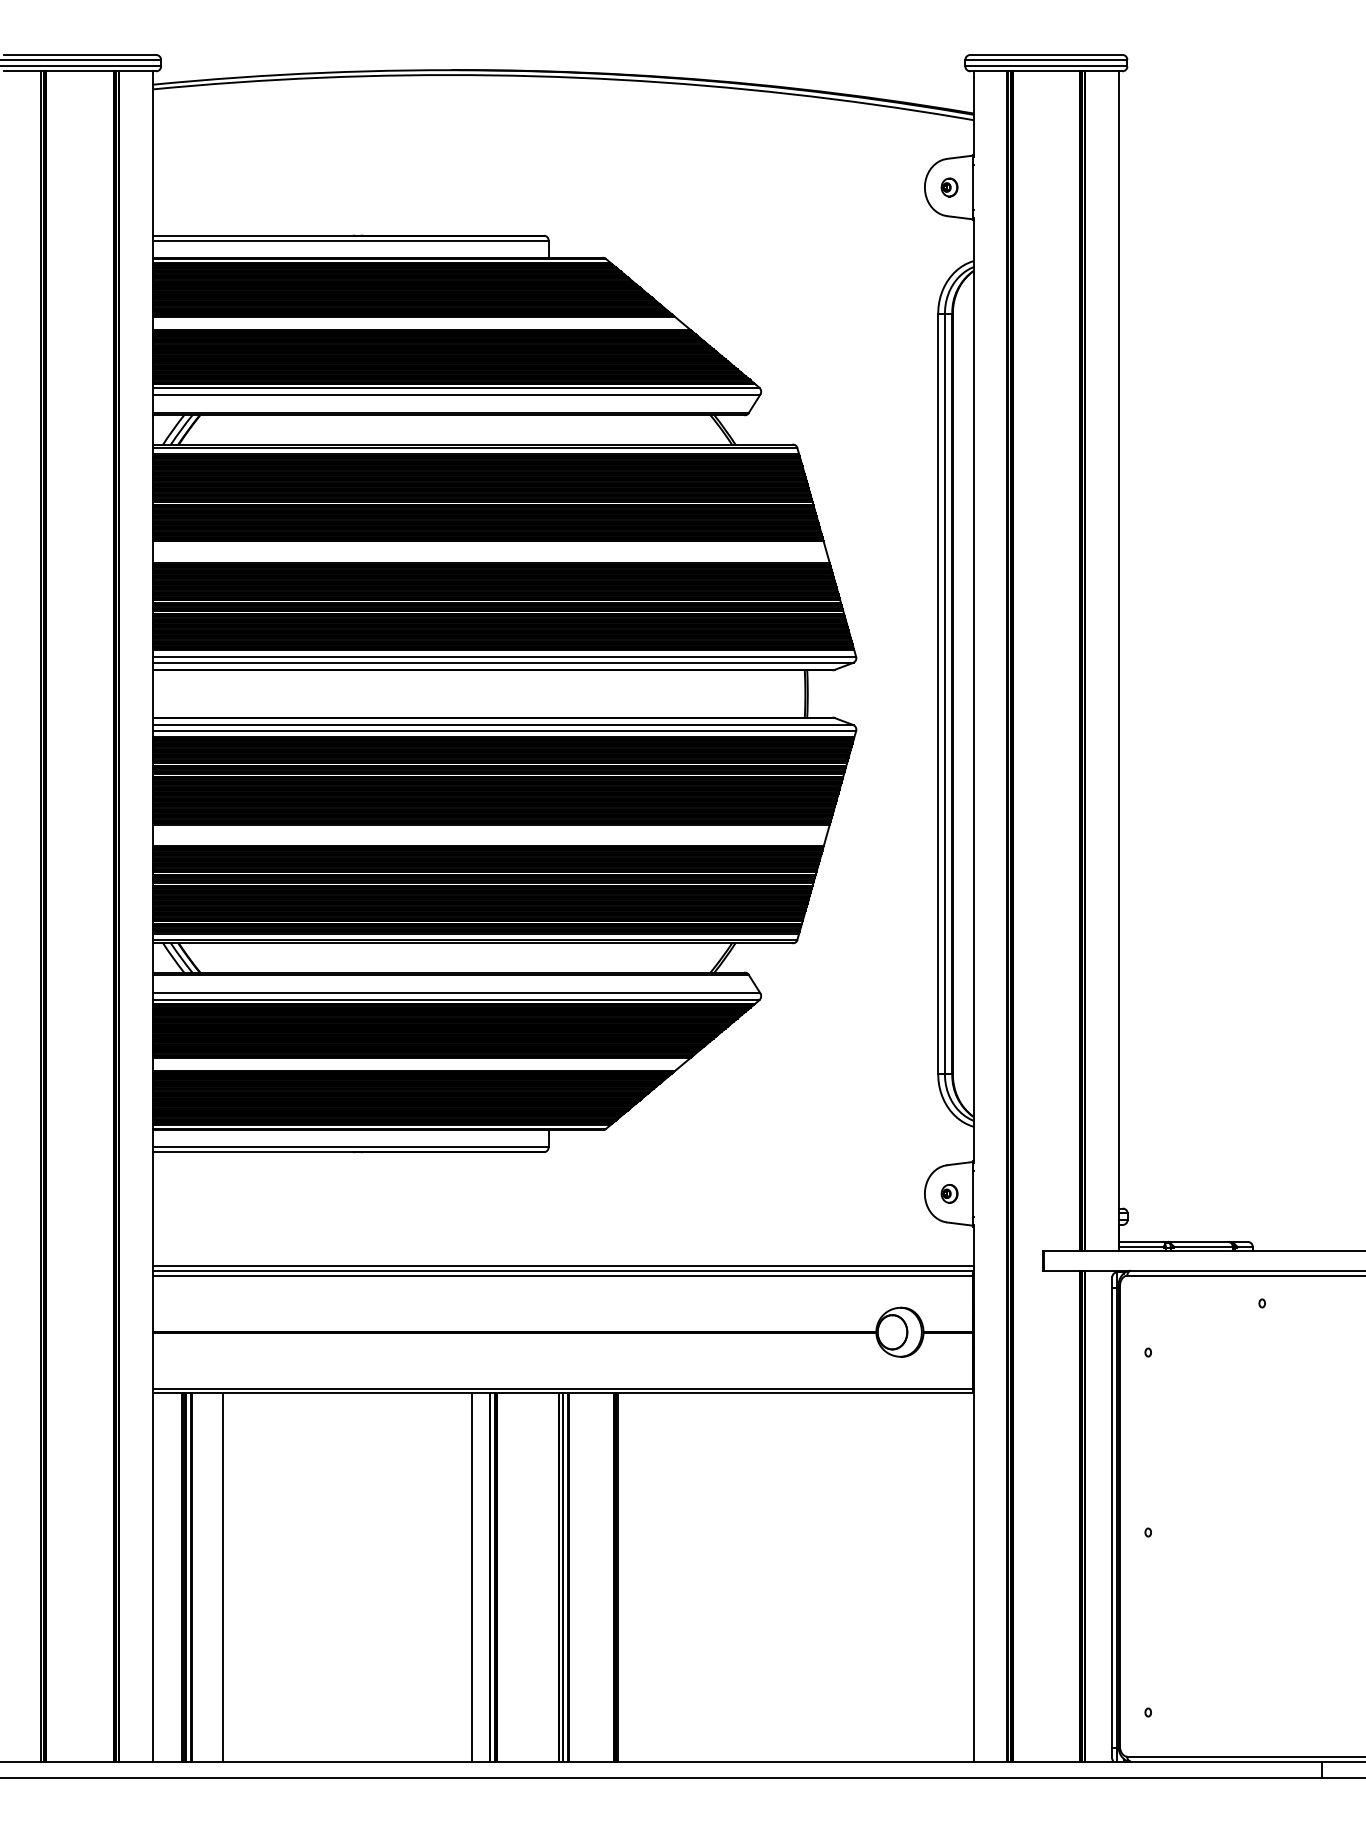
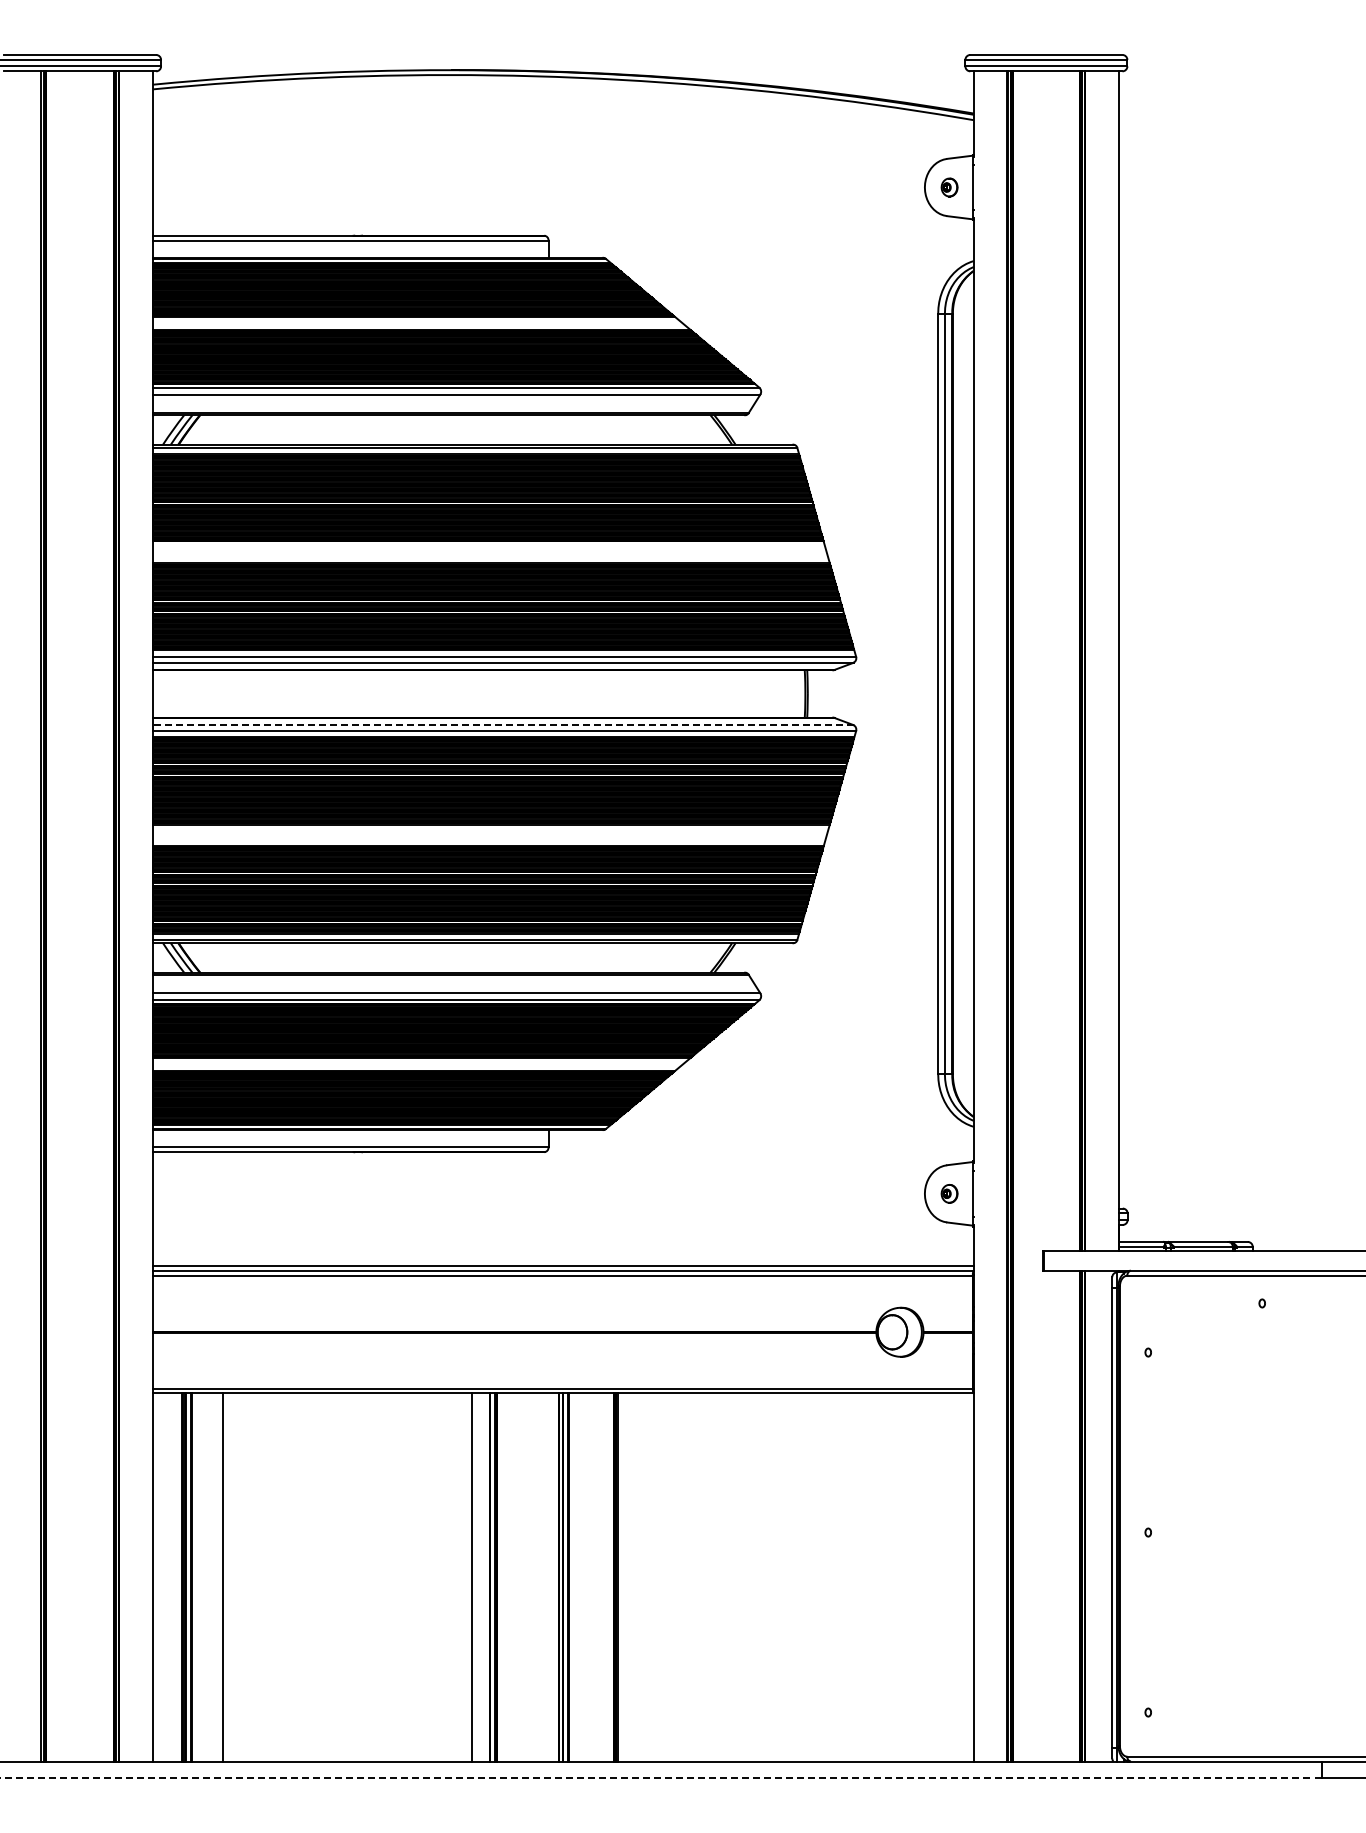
line at (502, 725): solid -> dashed
line at (660, 1778): solid -> dashed
